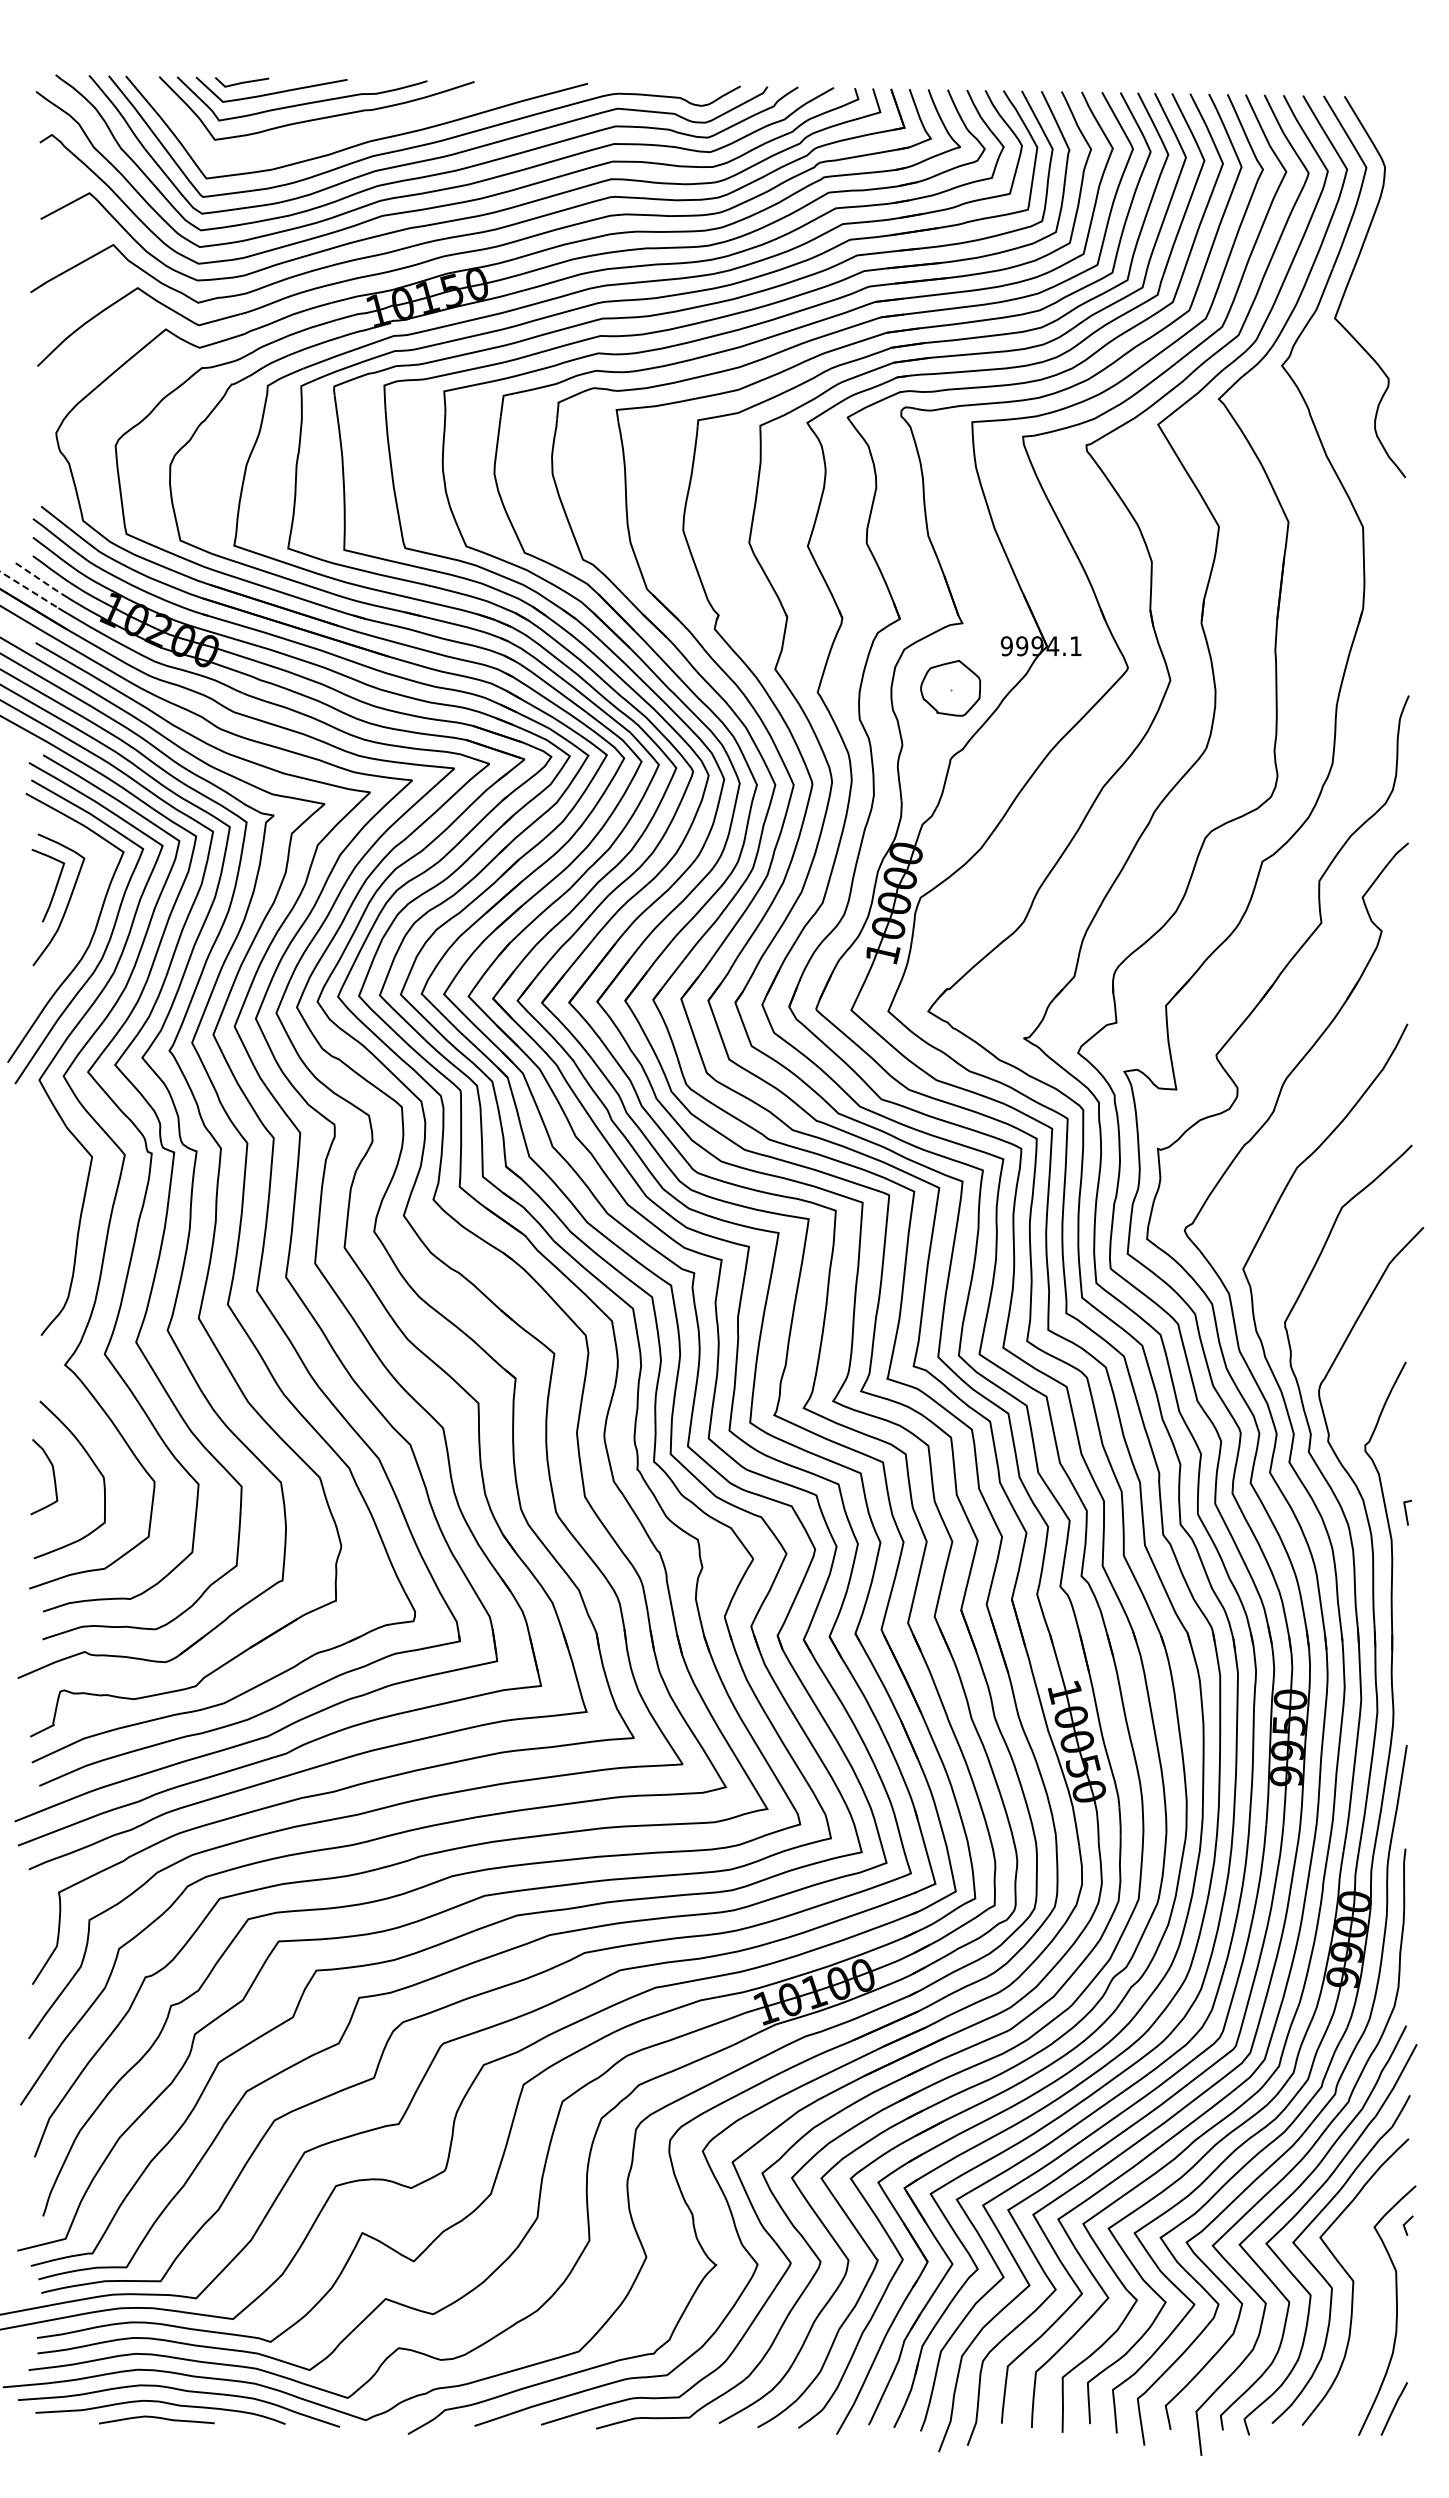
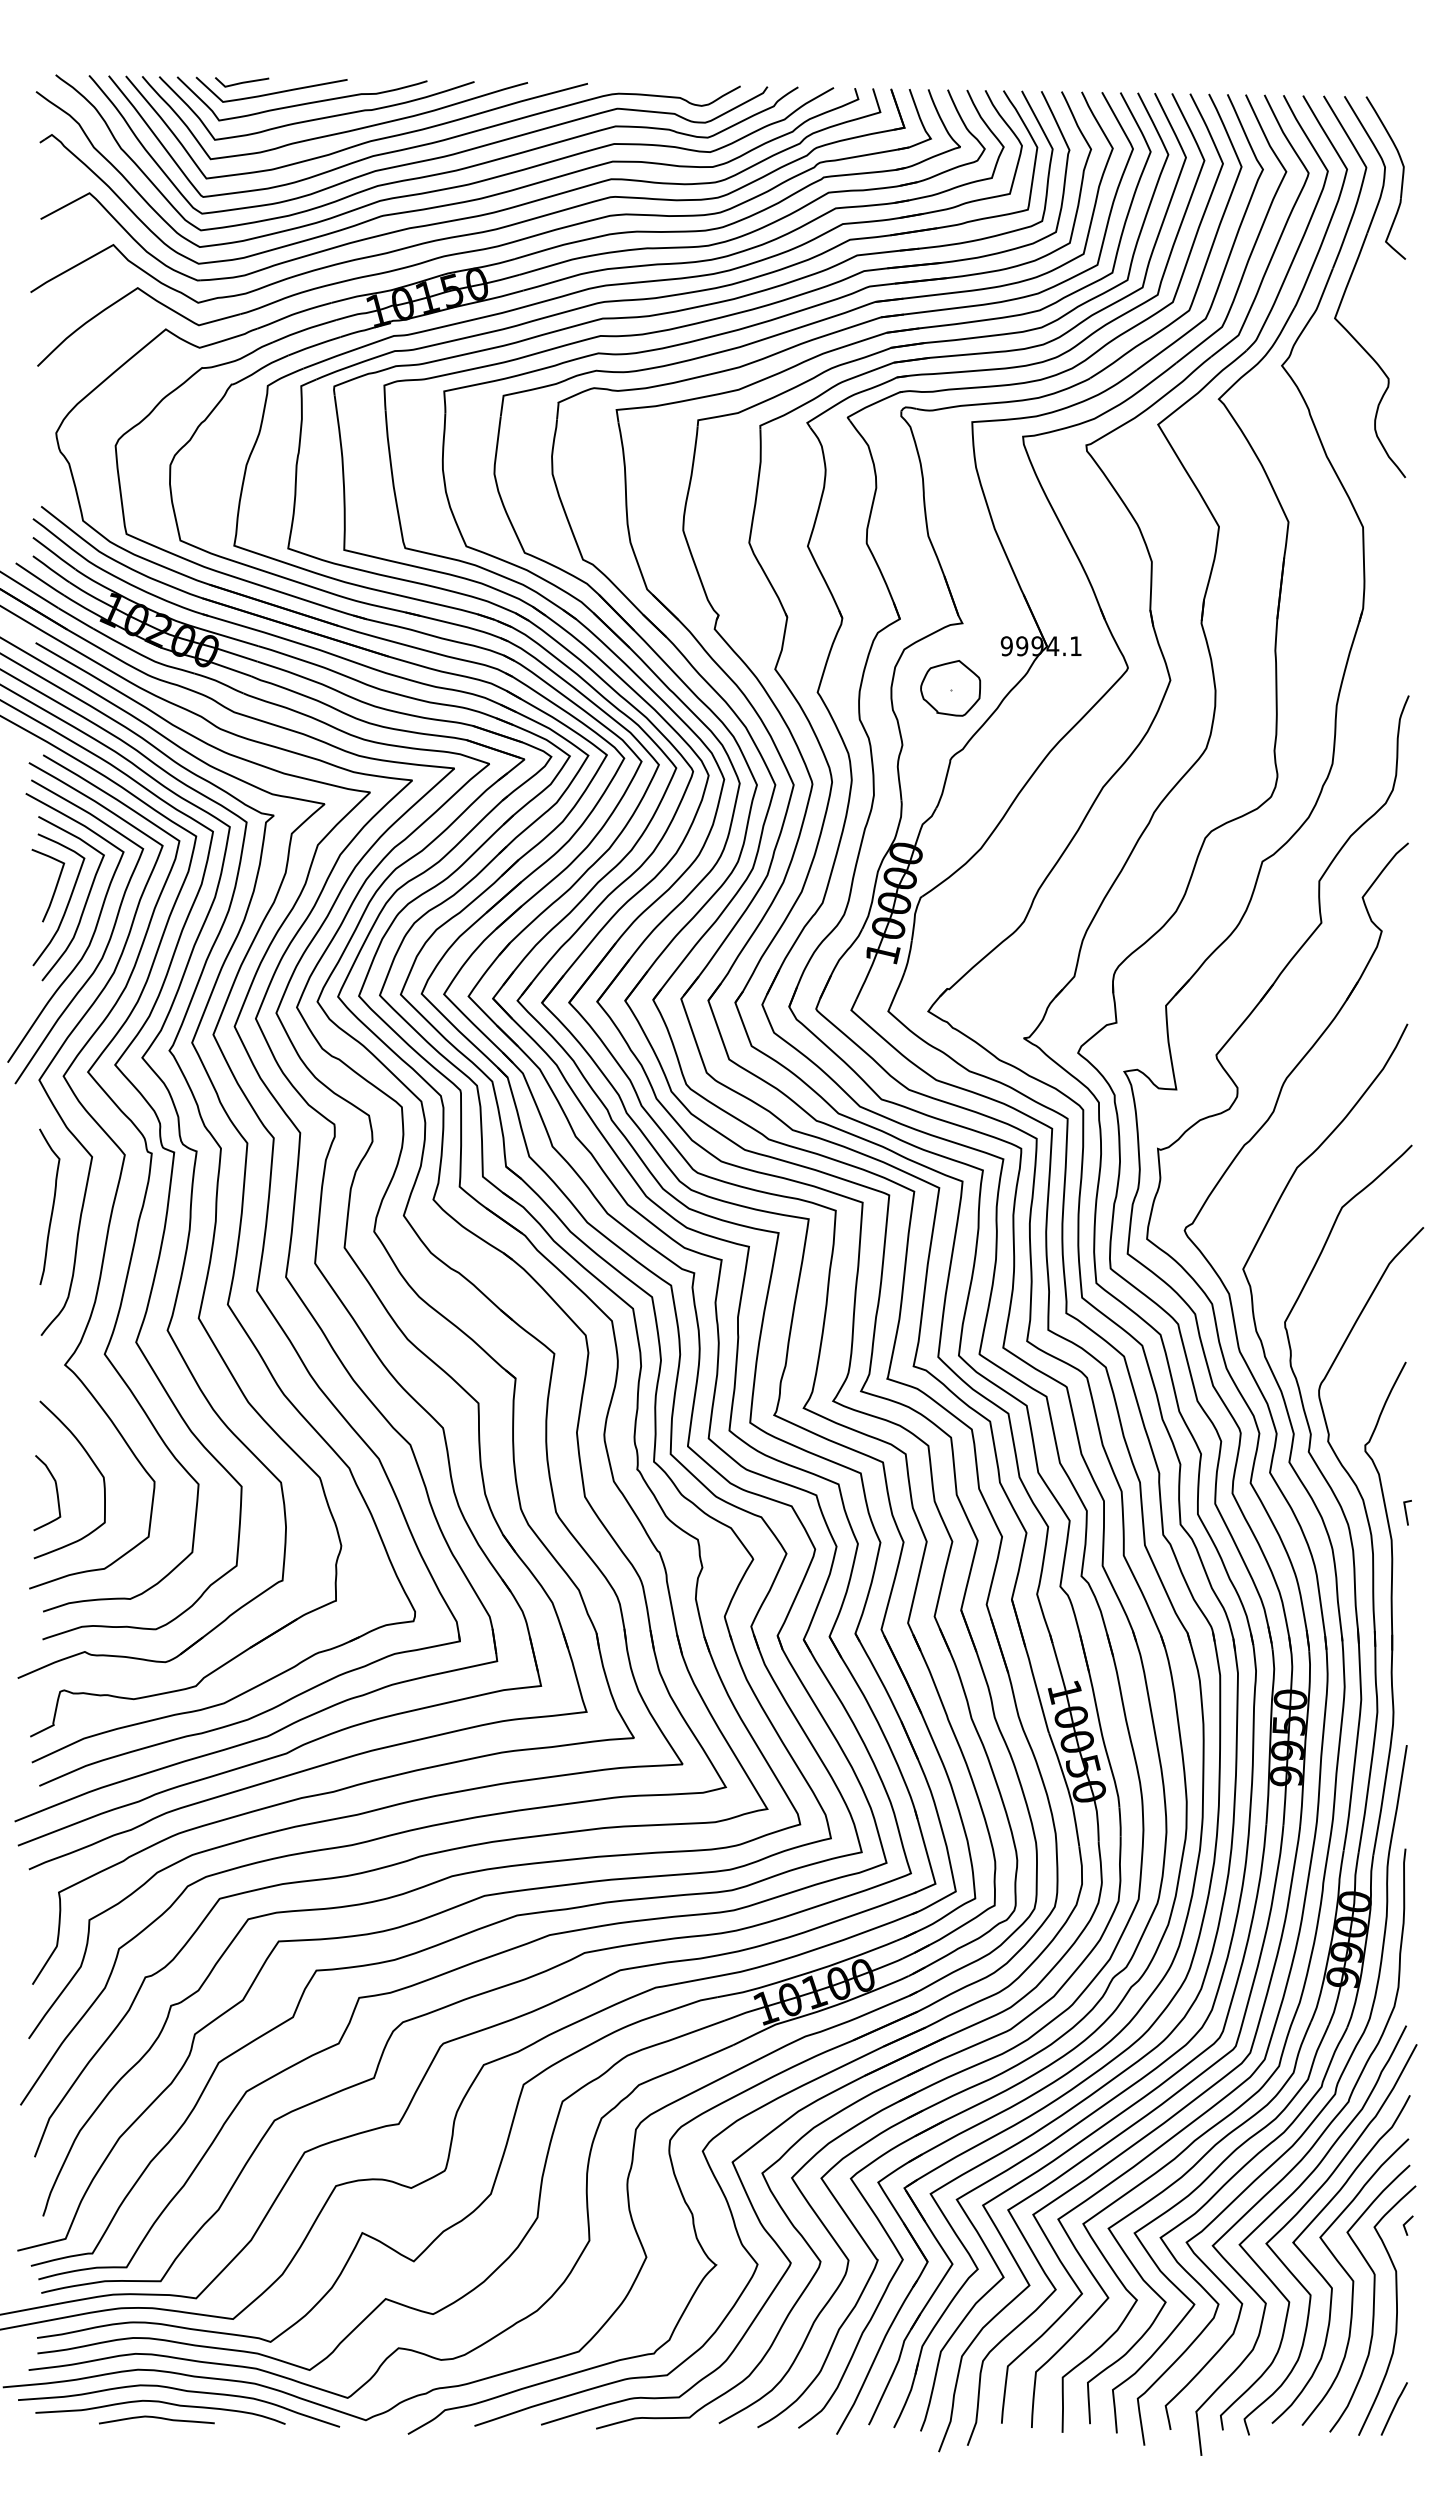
curve at (337, 132): none -> present
part at (1401, 179): none -> present
line at (40, 579): dashed -> solid
line at (29, 590): dashed -> solid
curve at (85, 901): none -> present
curve at (52, 1206): none -> present
curve at (53, 1477) position: (53, 1477) -> (56, 1493)
curve at (1373, 2298): none -> present
